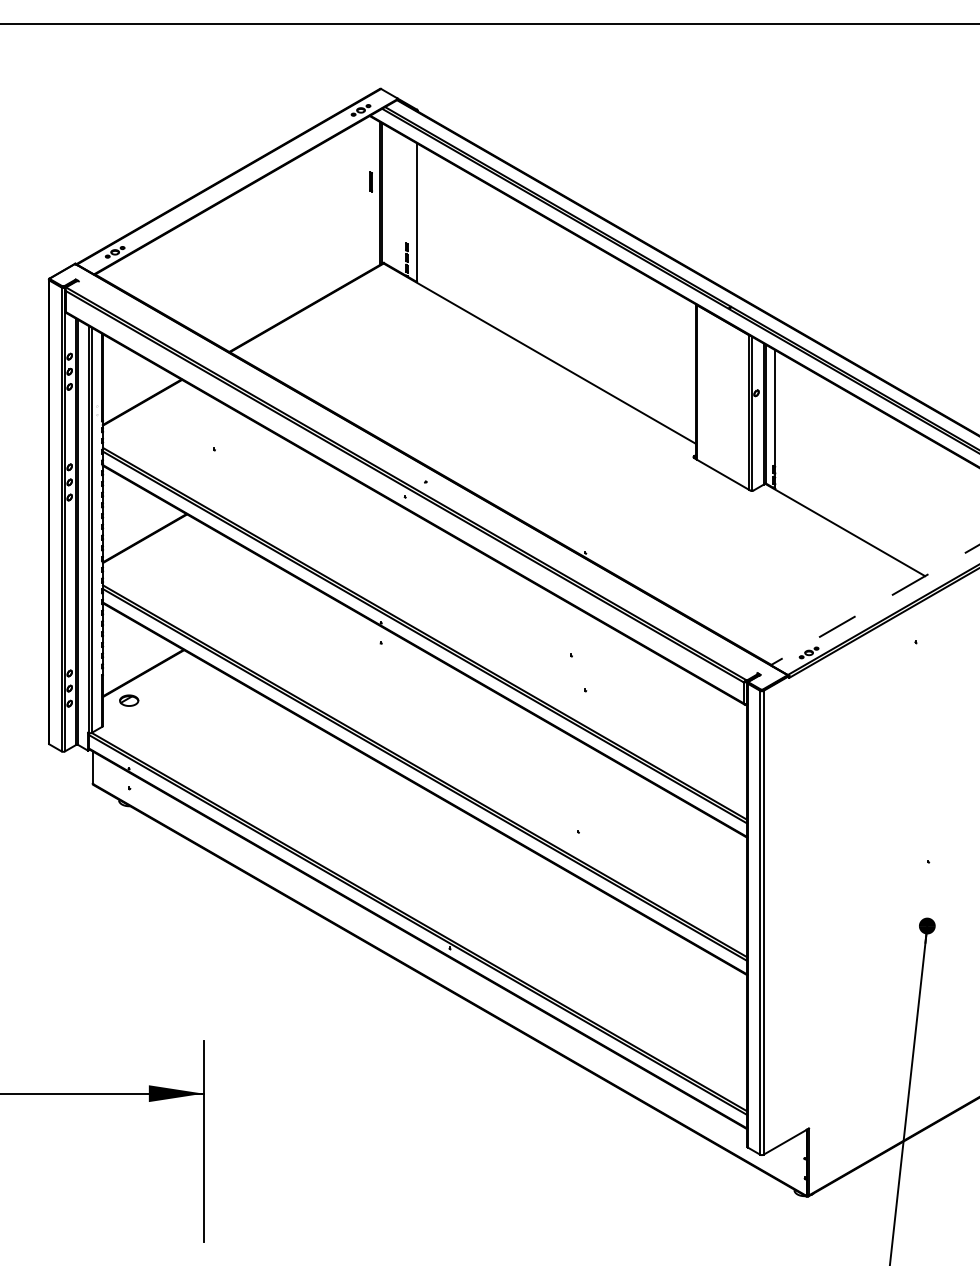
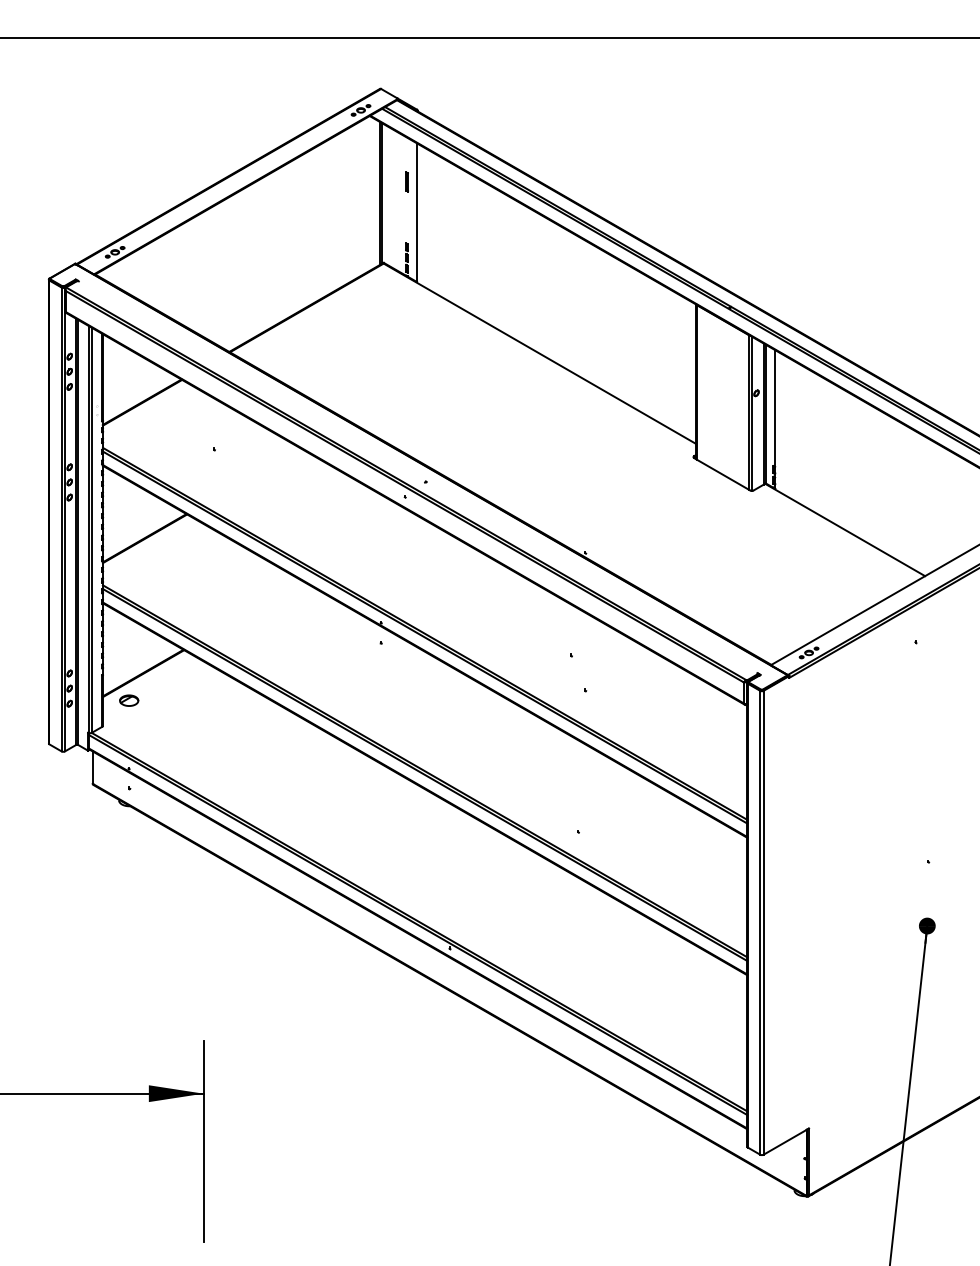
line at (489, 23) position: (489, 23) -> (489, 37)
line at (370, 181) position: (370, 181) -> (406, 181)
line at (875, 604): dashed -> solid
